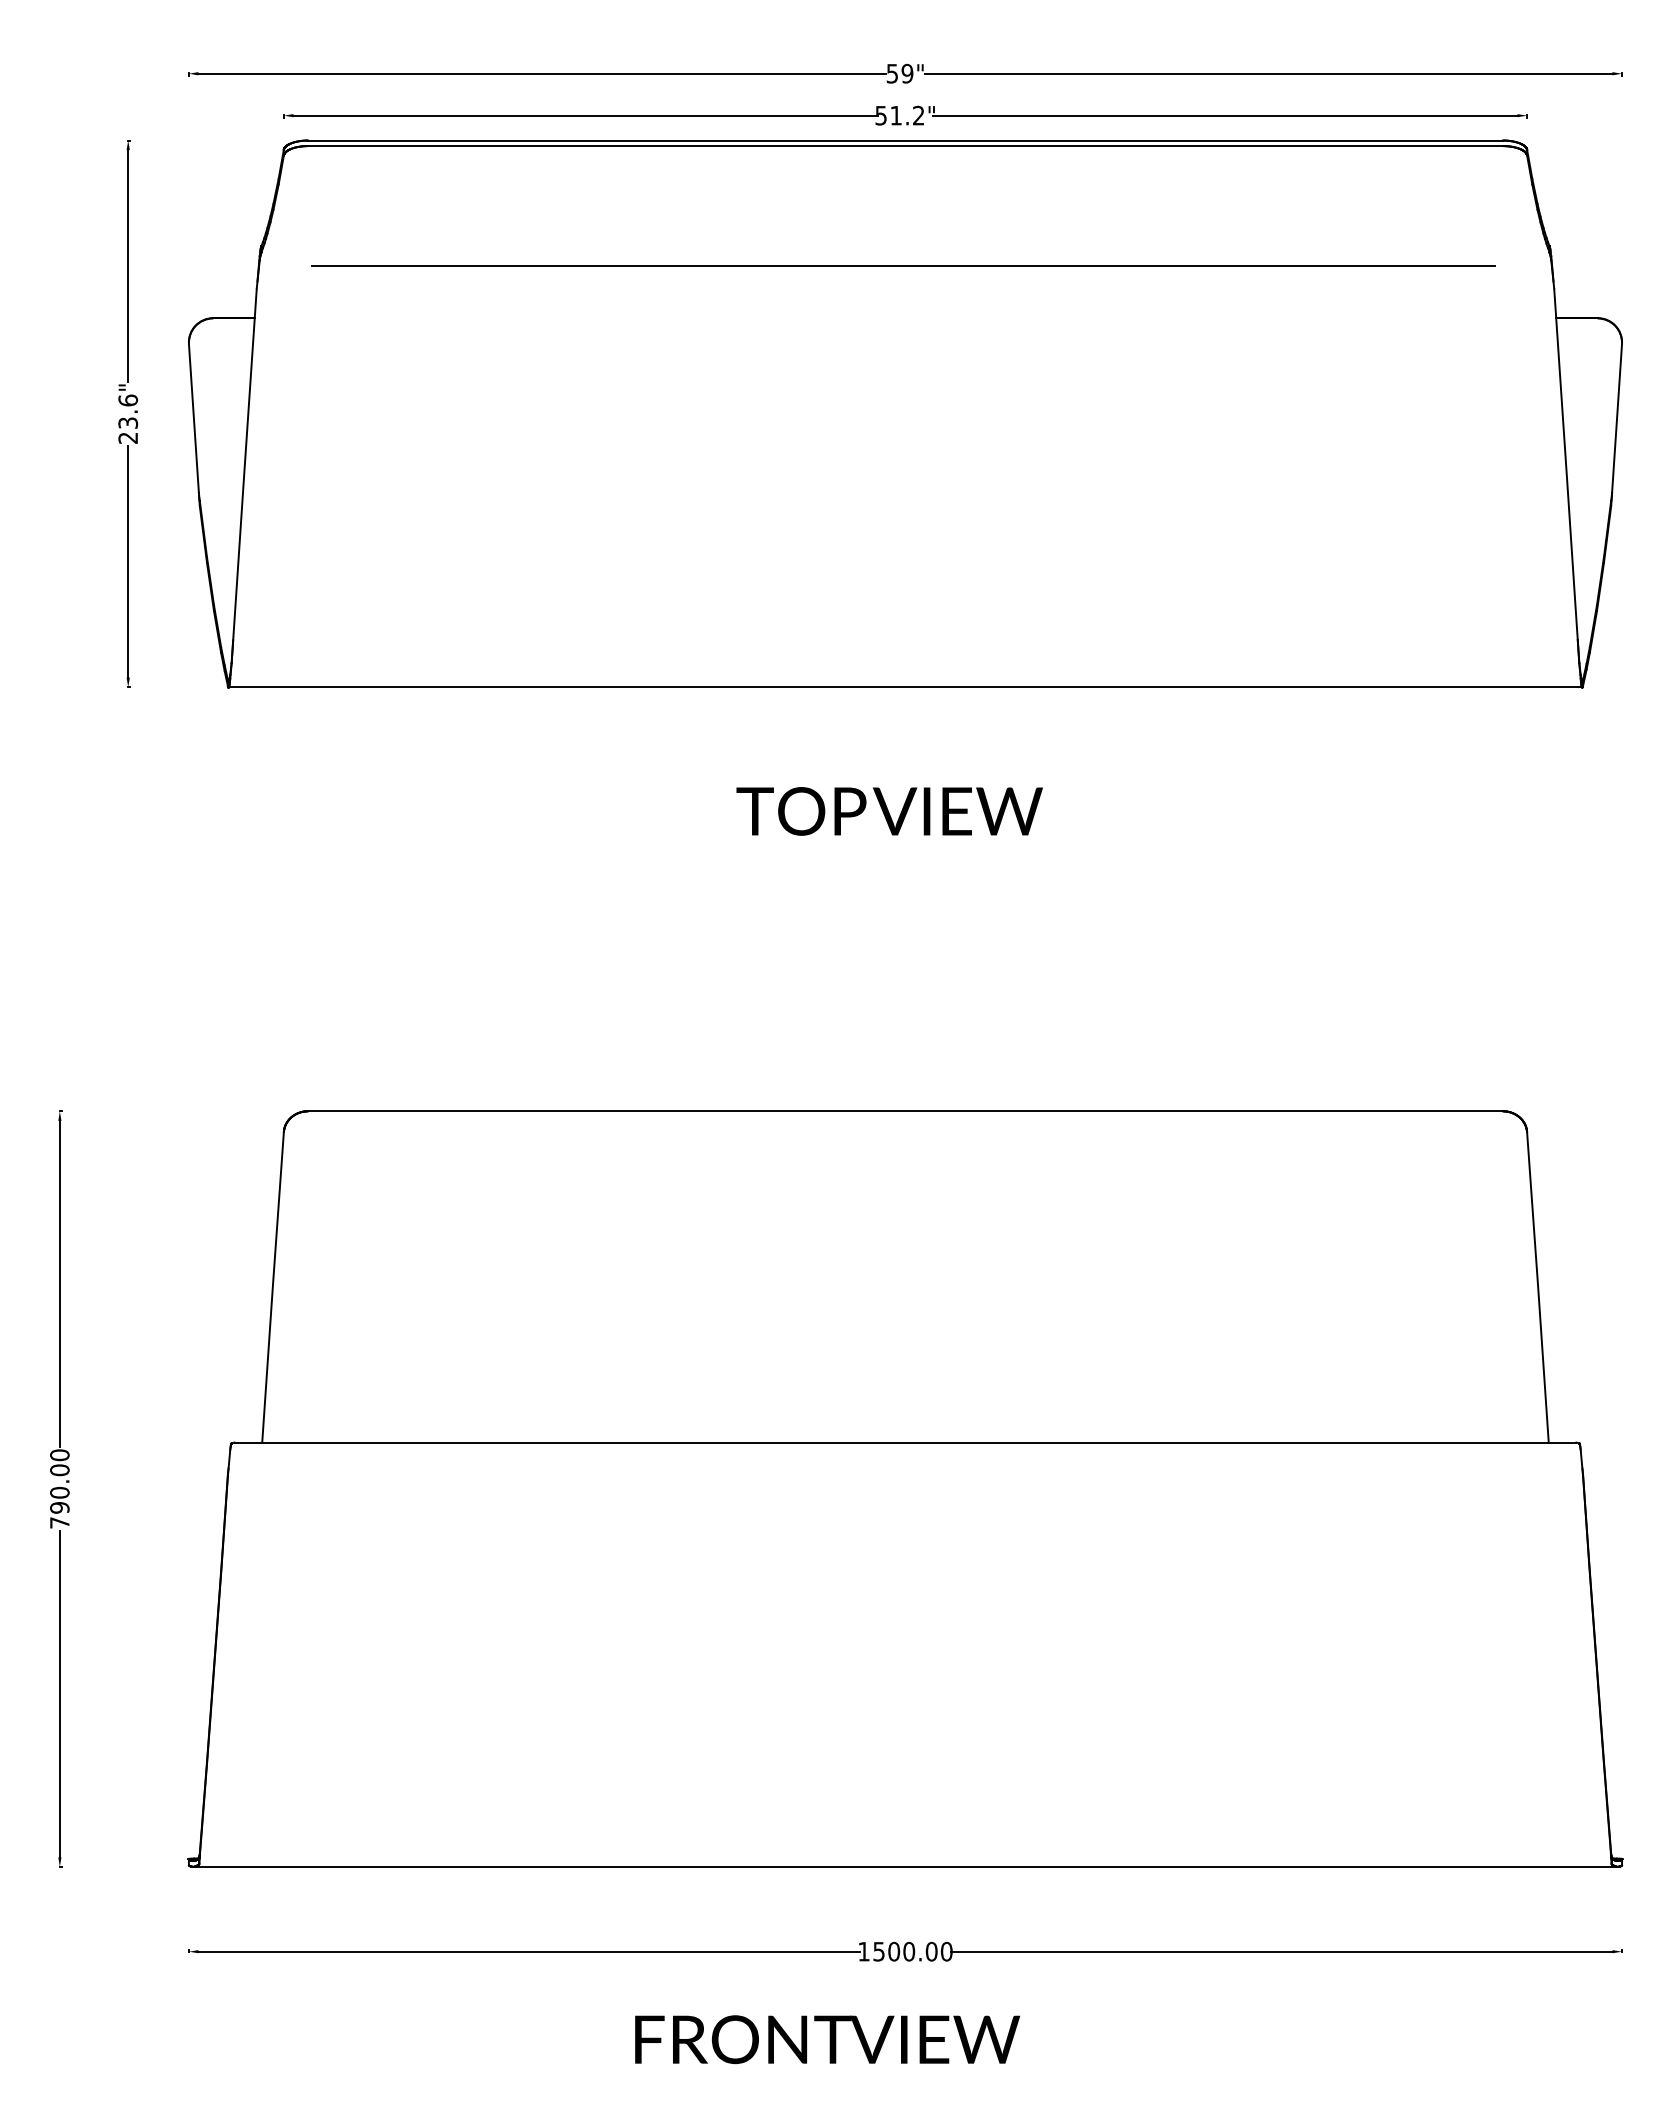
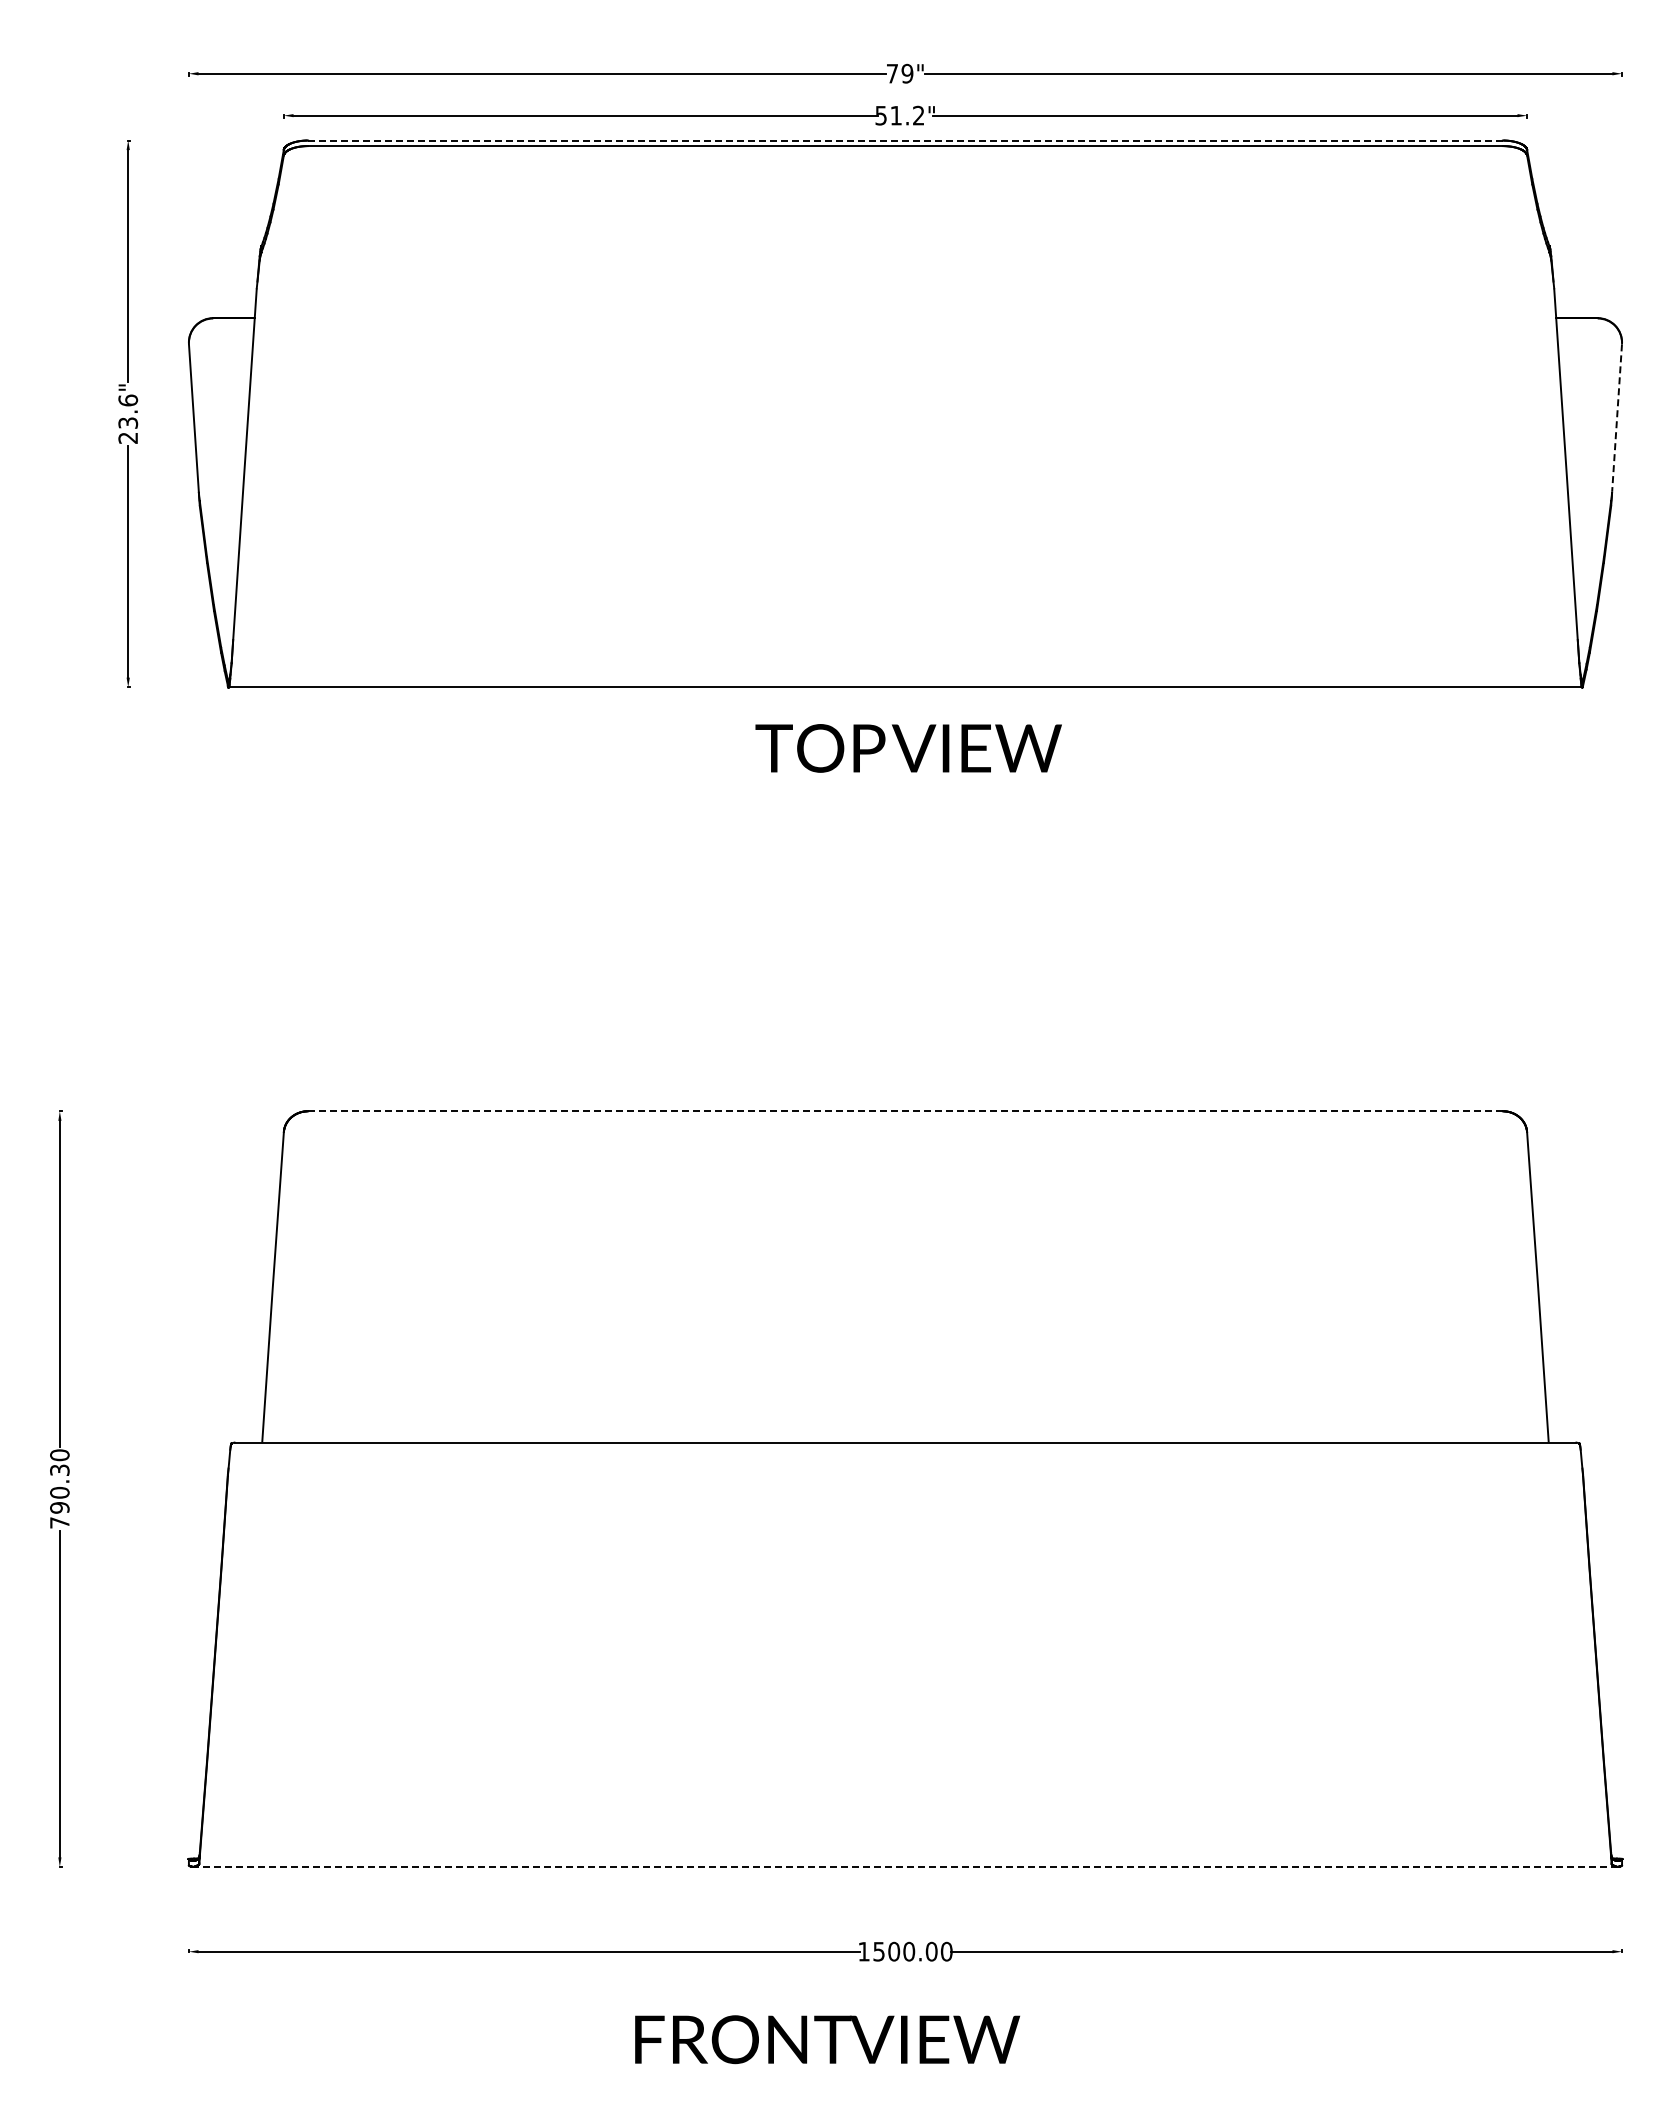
text at (891, 73): 59" -> 79"
line at (905, 140): solid -> dashed
line at (903, 266): present -> none
line at (1617, 418): solid -> dashed
text at (889, 811) position: (889, 811) -> (908, 748)
line at (905, 1111): solid -> dashed
text at (59, 1470): 790.00 -> 790.30
line at (904, 1866): solid -> dashed
